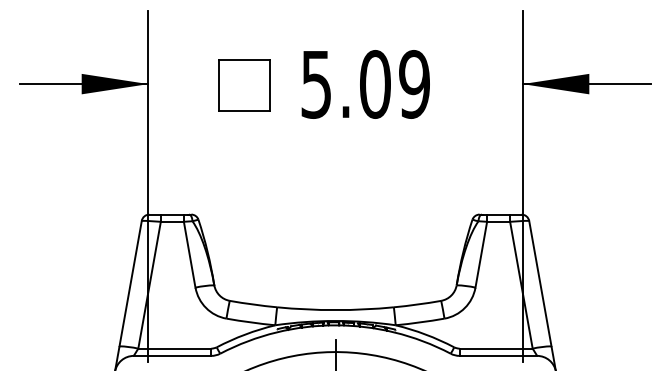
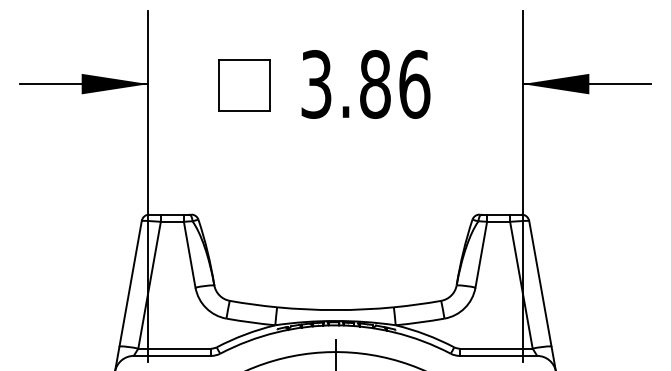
text at (366, 84): 5.09 -> 3.86
